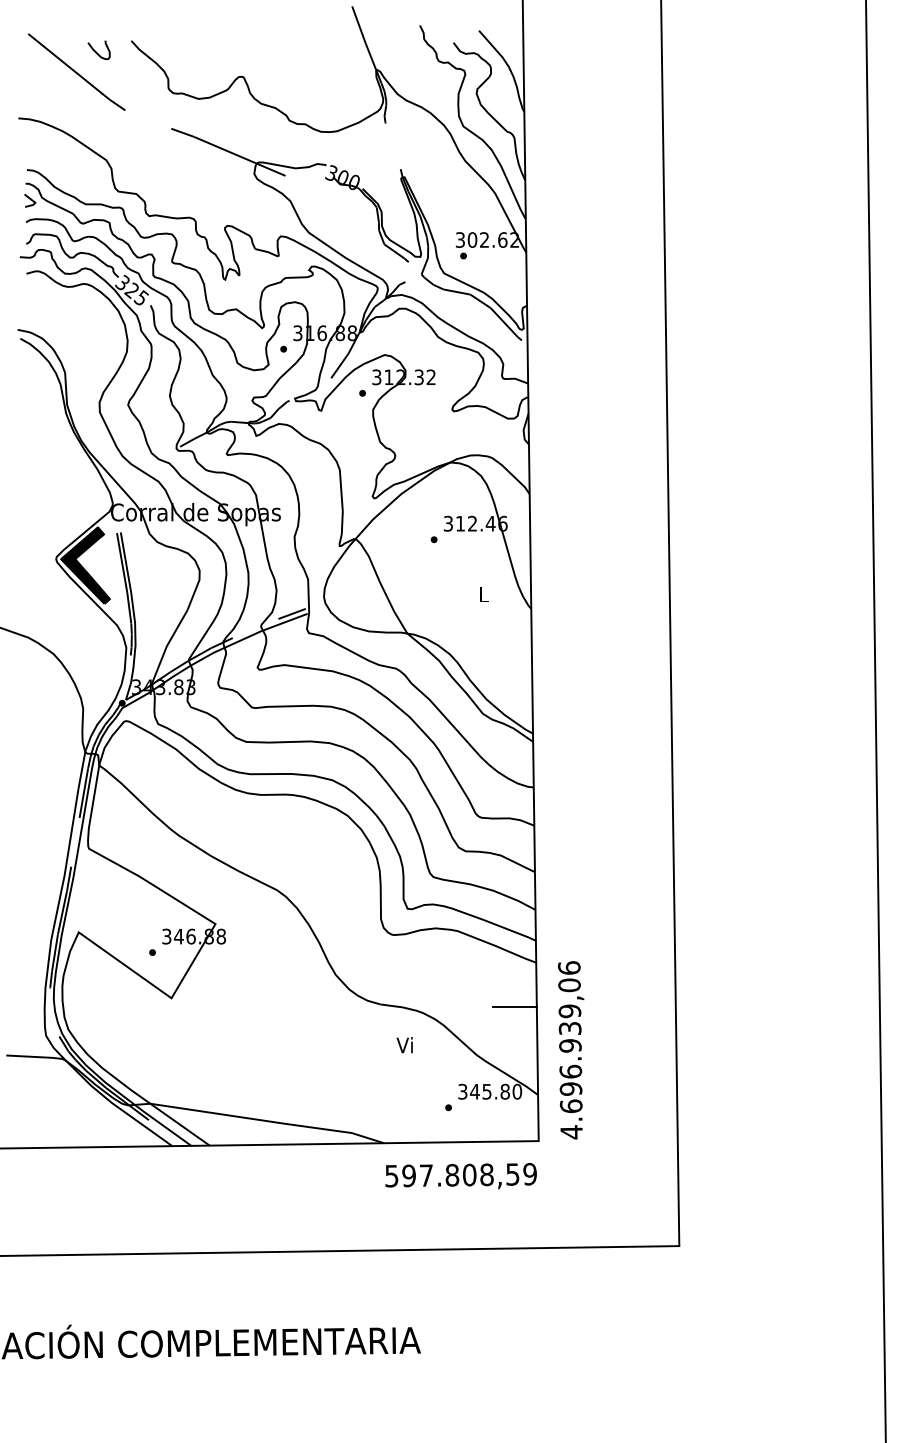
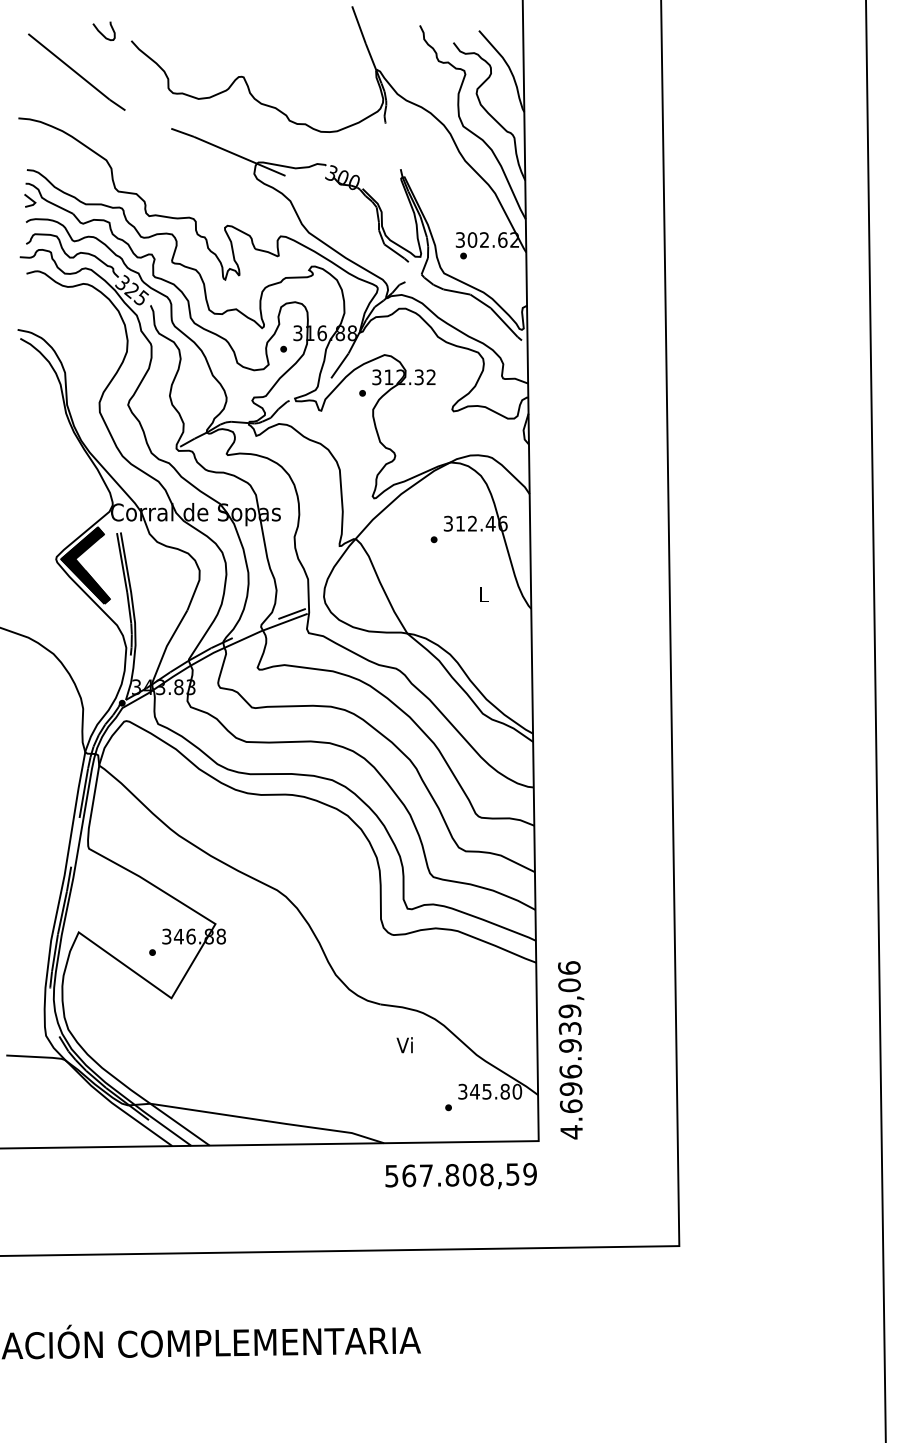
curve at (96, 51) position: (96, 51) -> (101, 32)
line at (514, 1006): present -> none
text at (409, 1175): 597.808,59 -> 567.808,59
